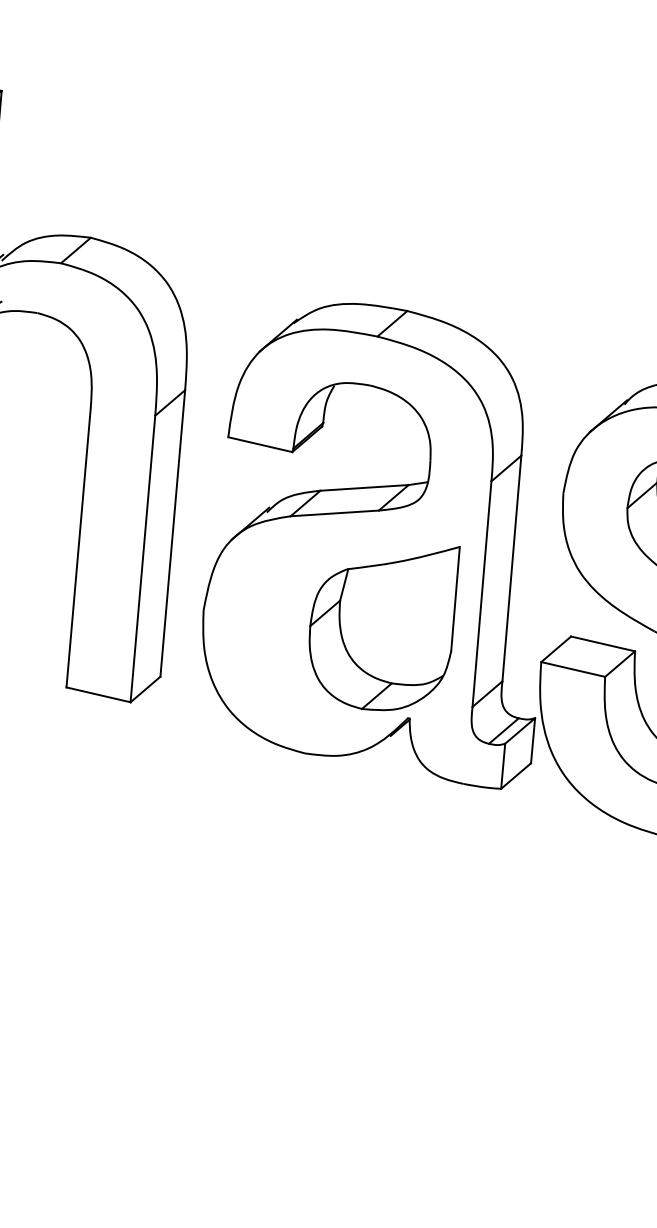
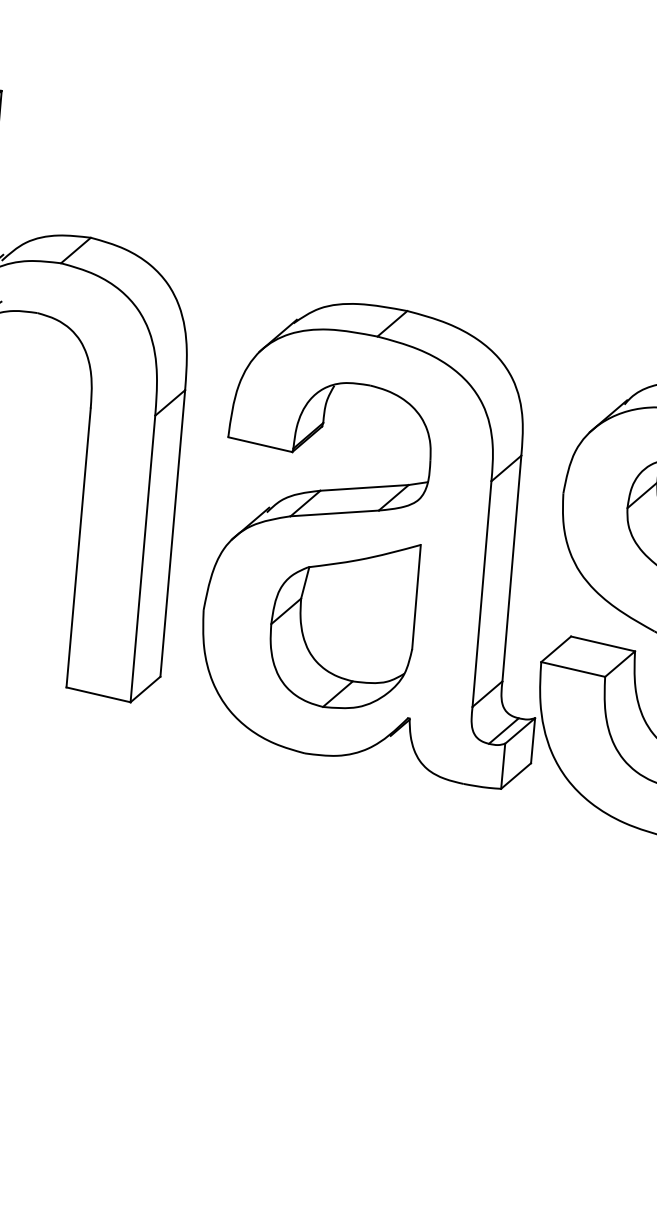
part at (384, 628) position: (384, 628) -> (345, 626)
